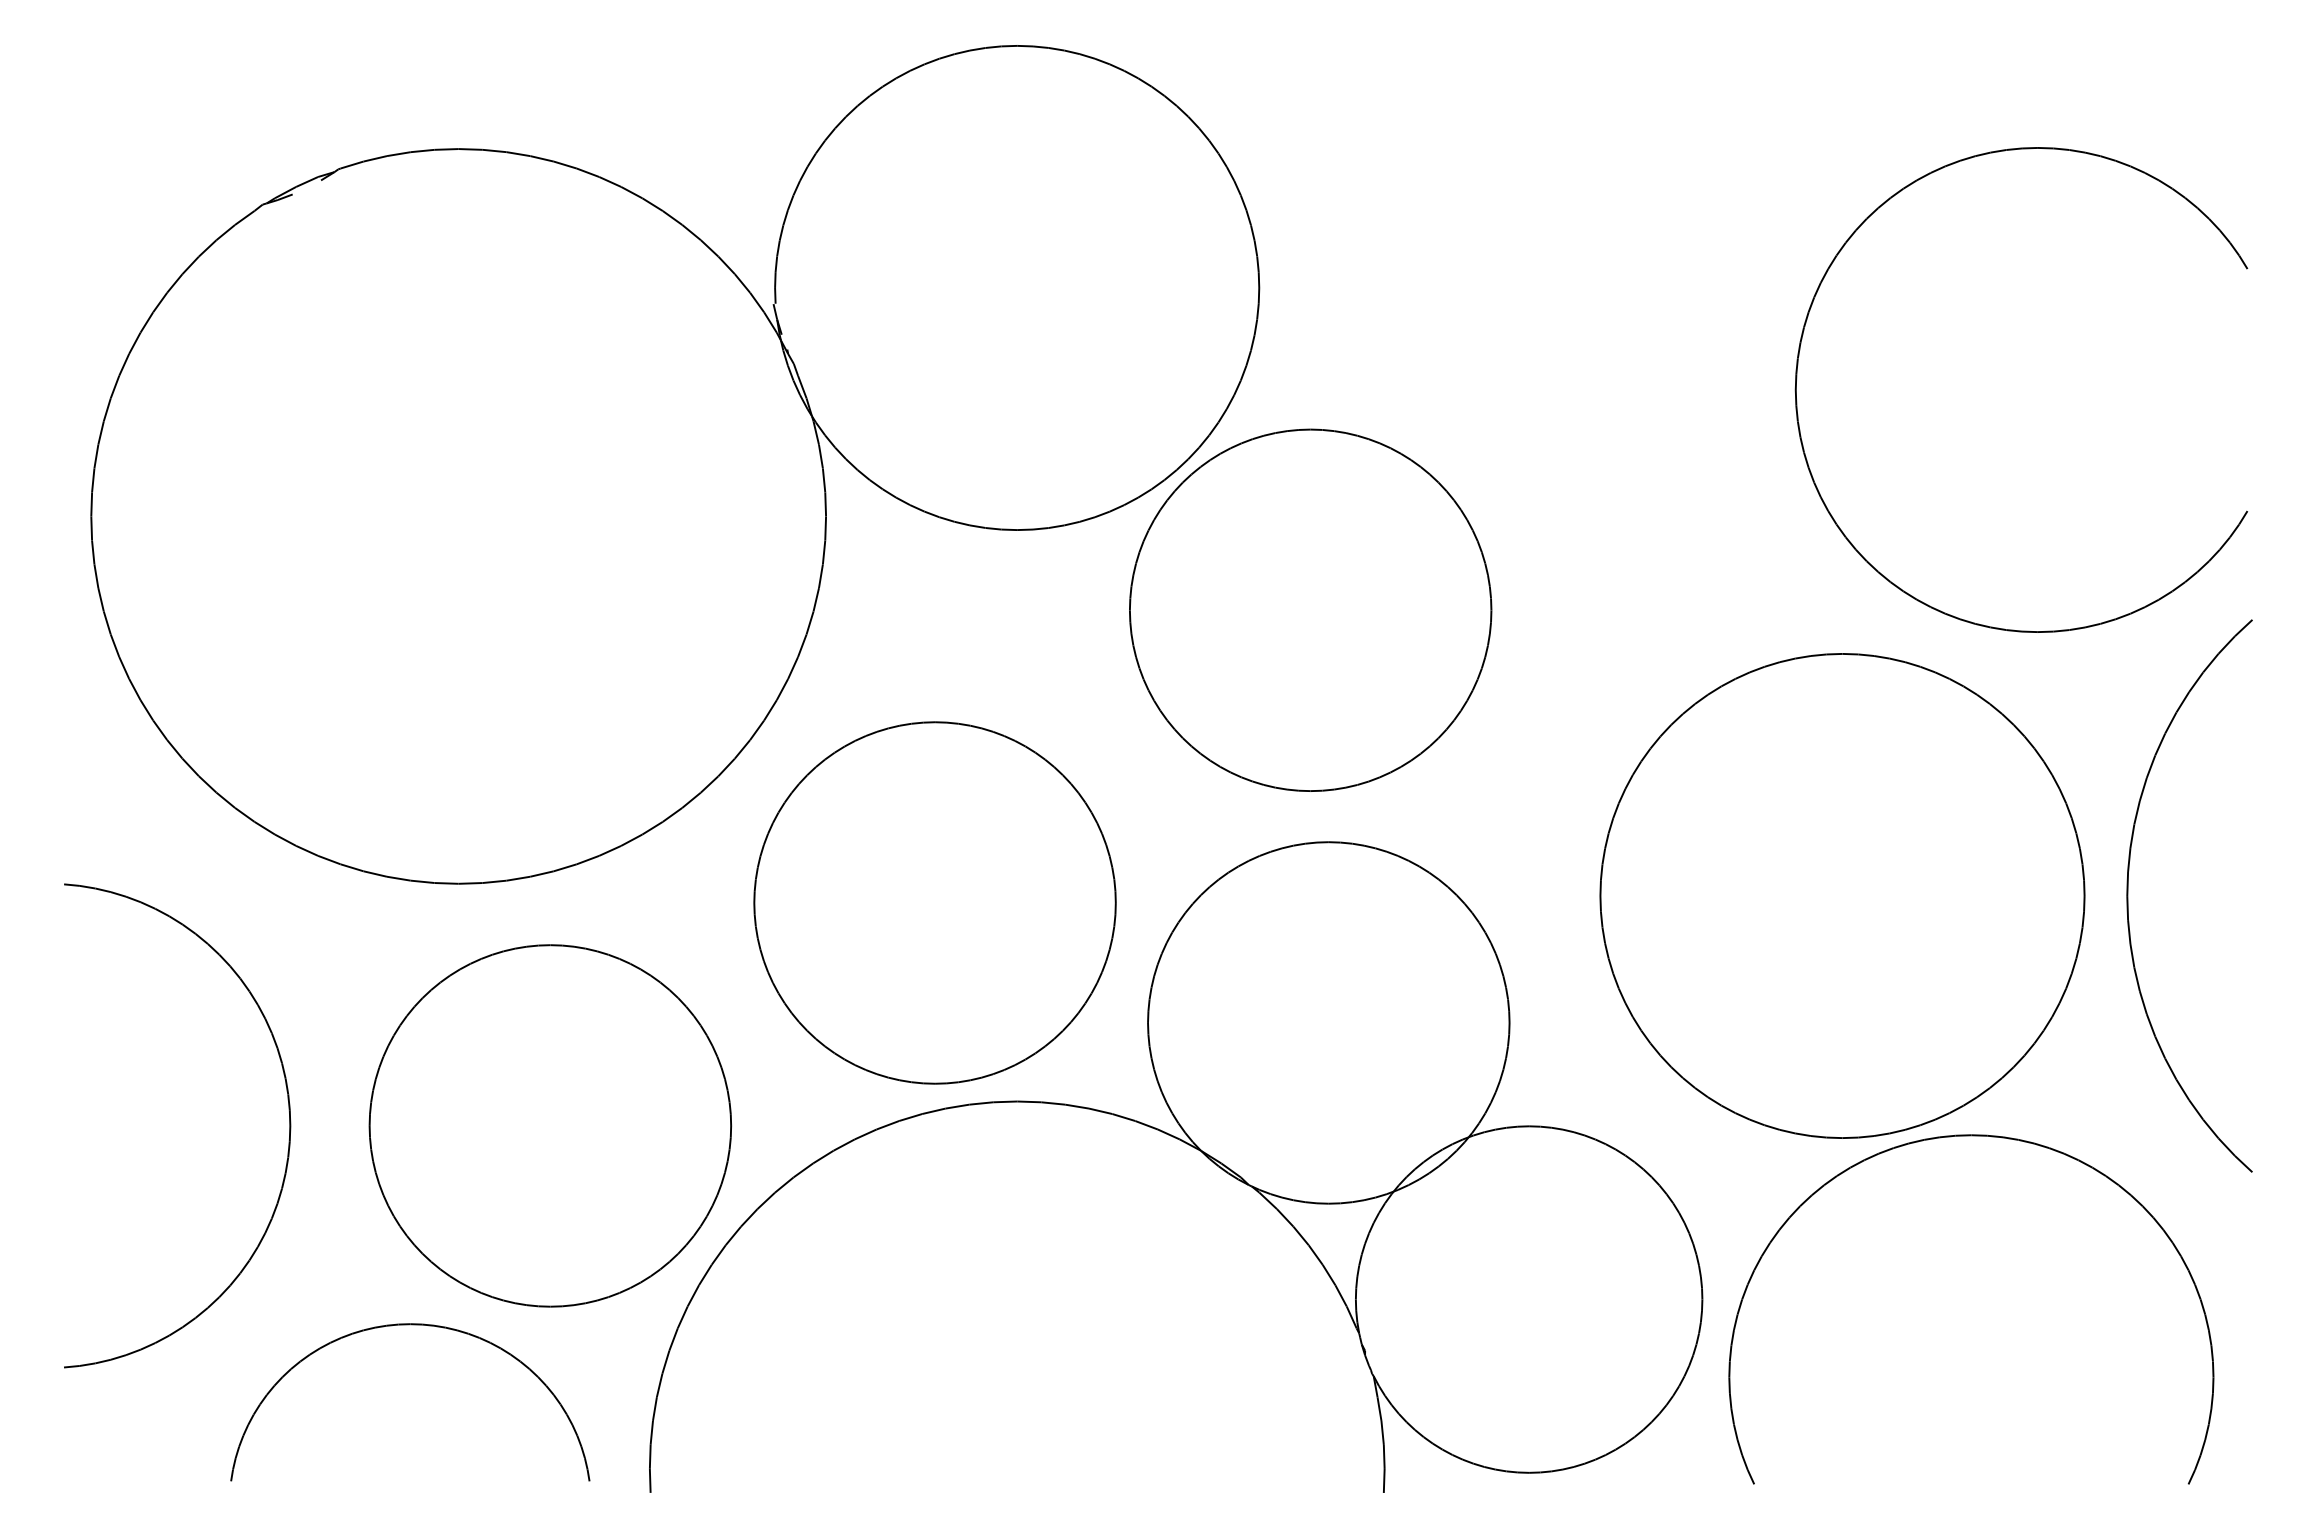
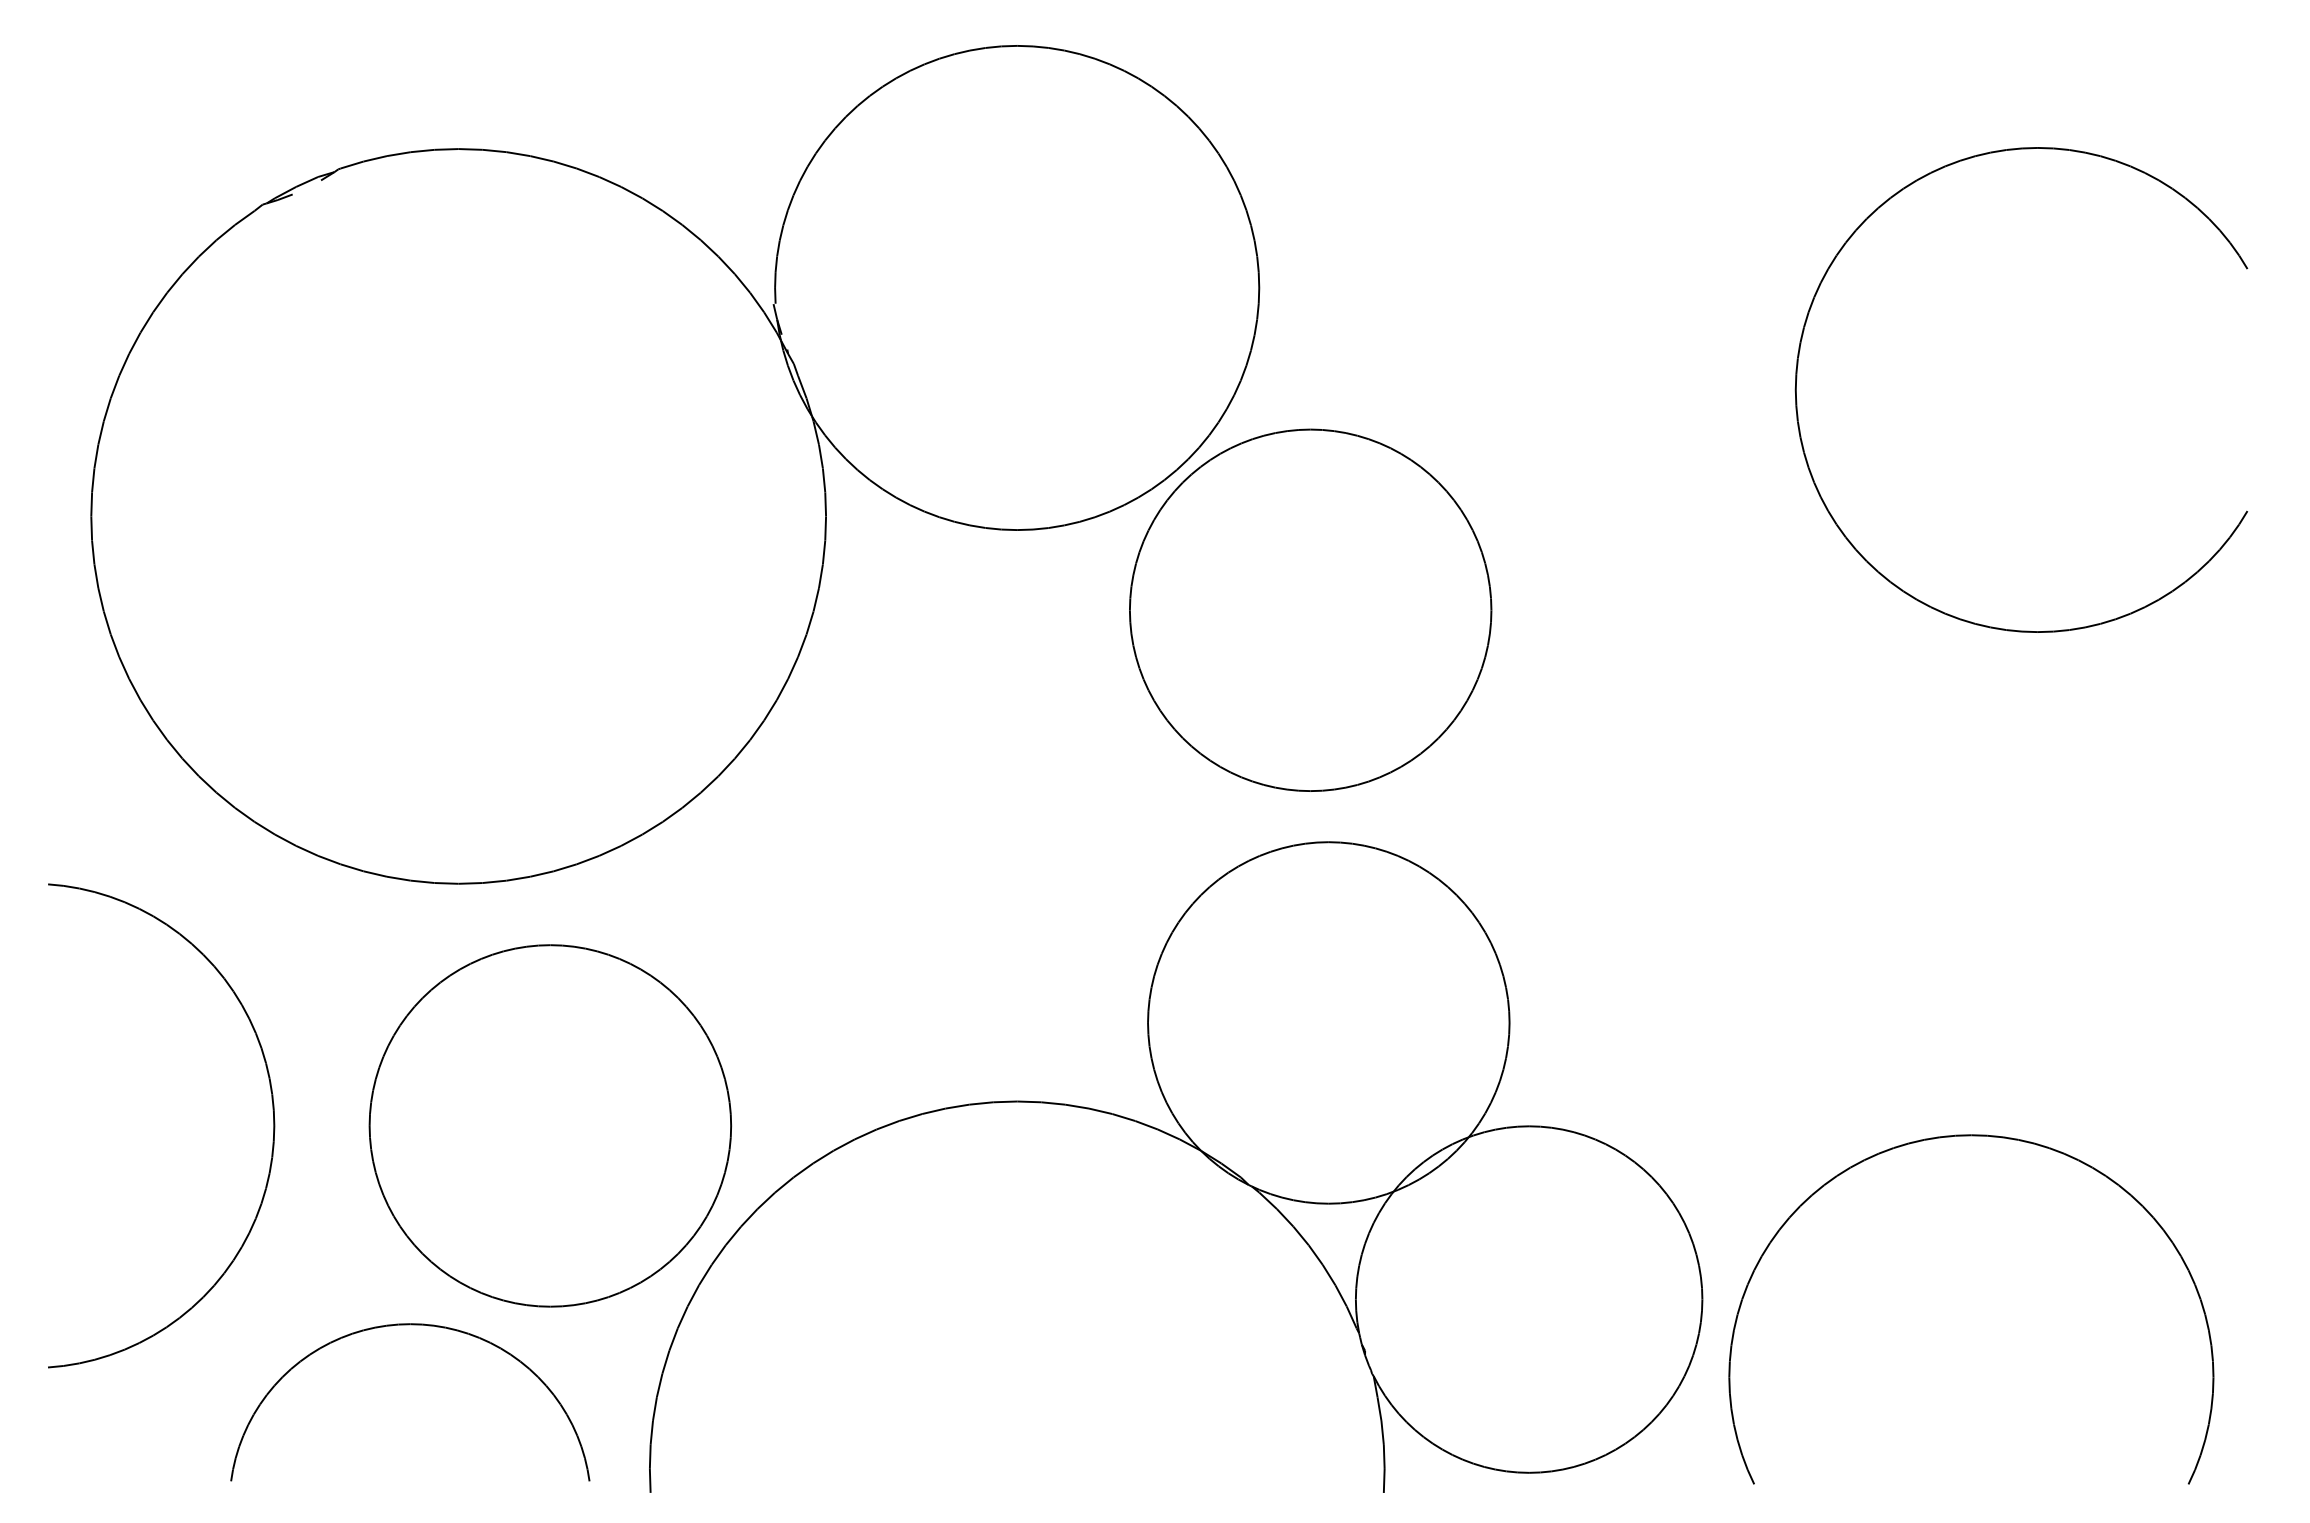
part at (1842, 895): present -> none
part at (2128, 895): present -> none
part at (934, 902): present -> none
part at (289, 1125) position: (289, 1125) -> (273, 1125)
